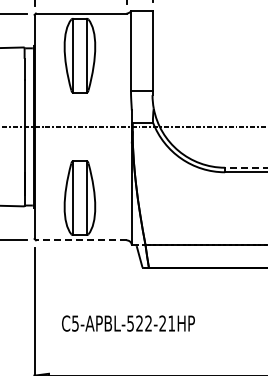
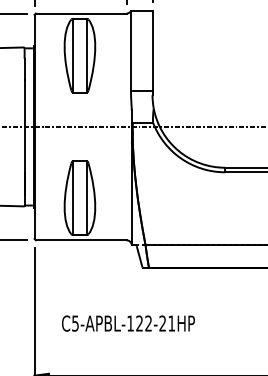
line at (246, 167): dashed -> solid
line at (80, 240): dashed -> solid
text at (130, 323): C5-APBL-522-21HP -> C5-APBL-122-21HP
